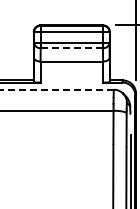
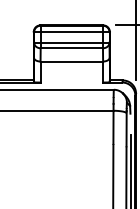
line at (72, 48): dashed -> solid
line at (56, 89): dashed -> solid
